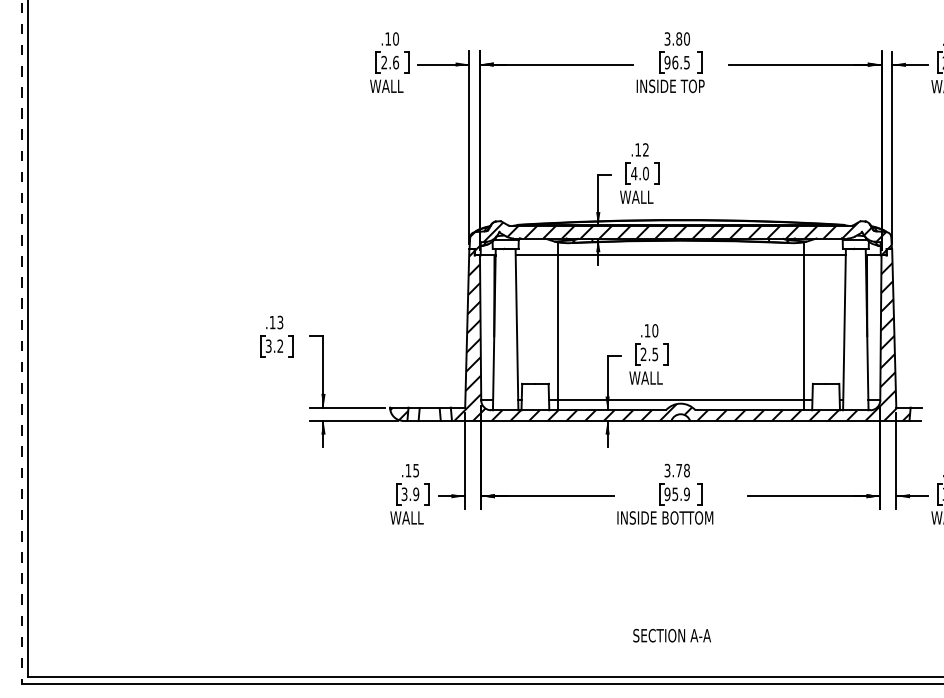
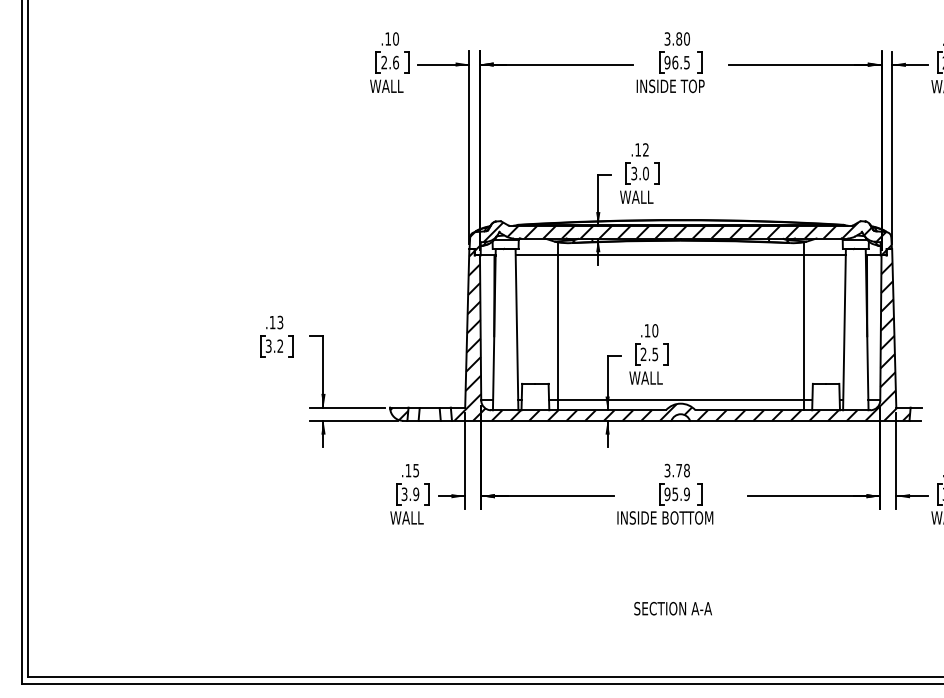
text at (634, 173): 4.0 -> 3.0
line at (21, 342): dashed -> solid
text at (671, 635) position: (671, 635) -> (672, 608)
